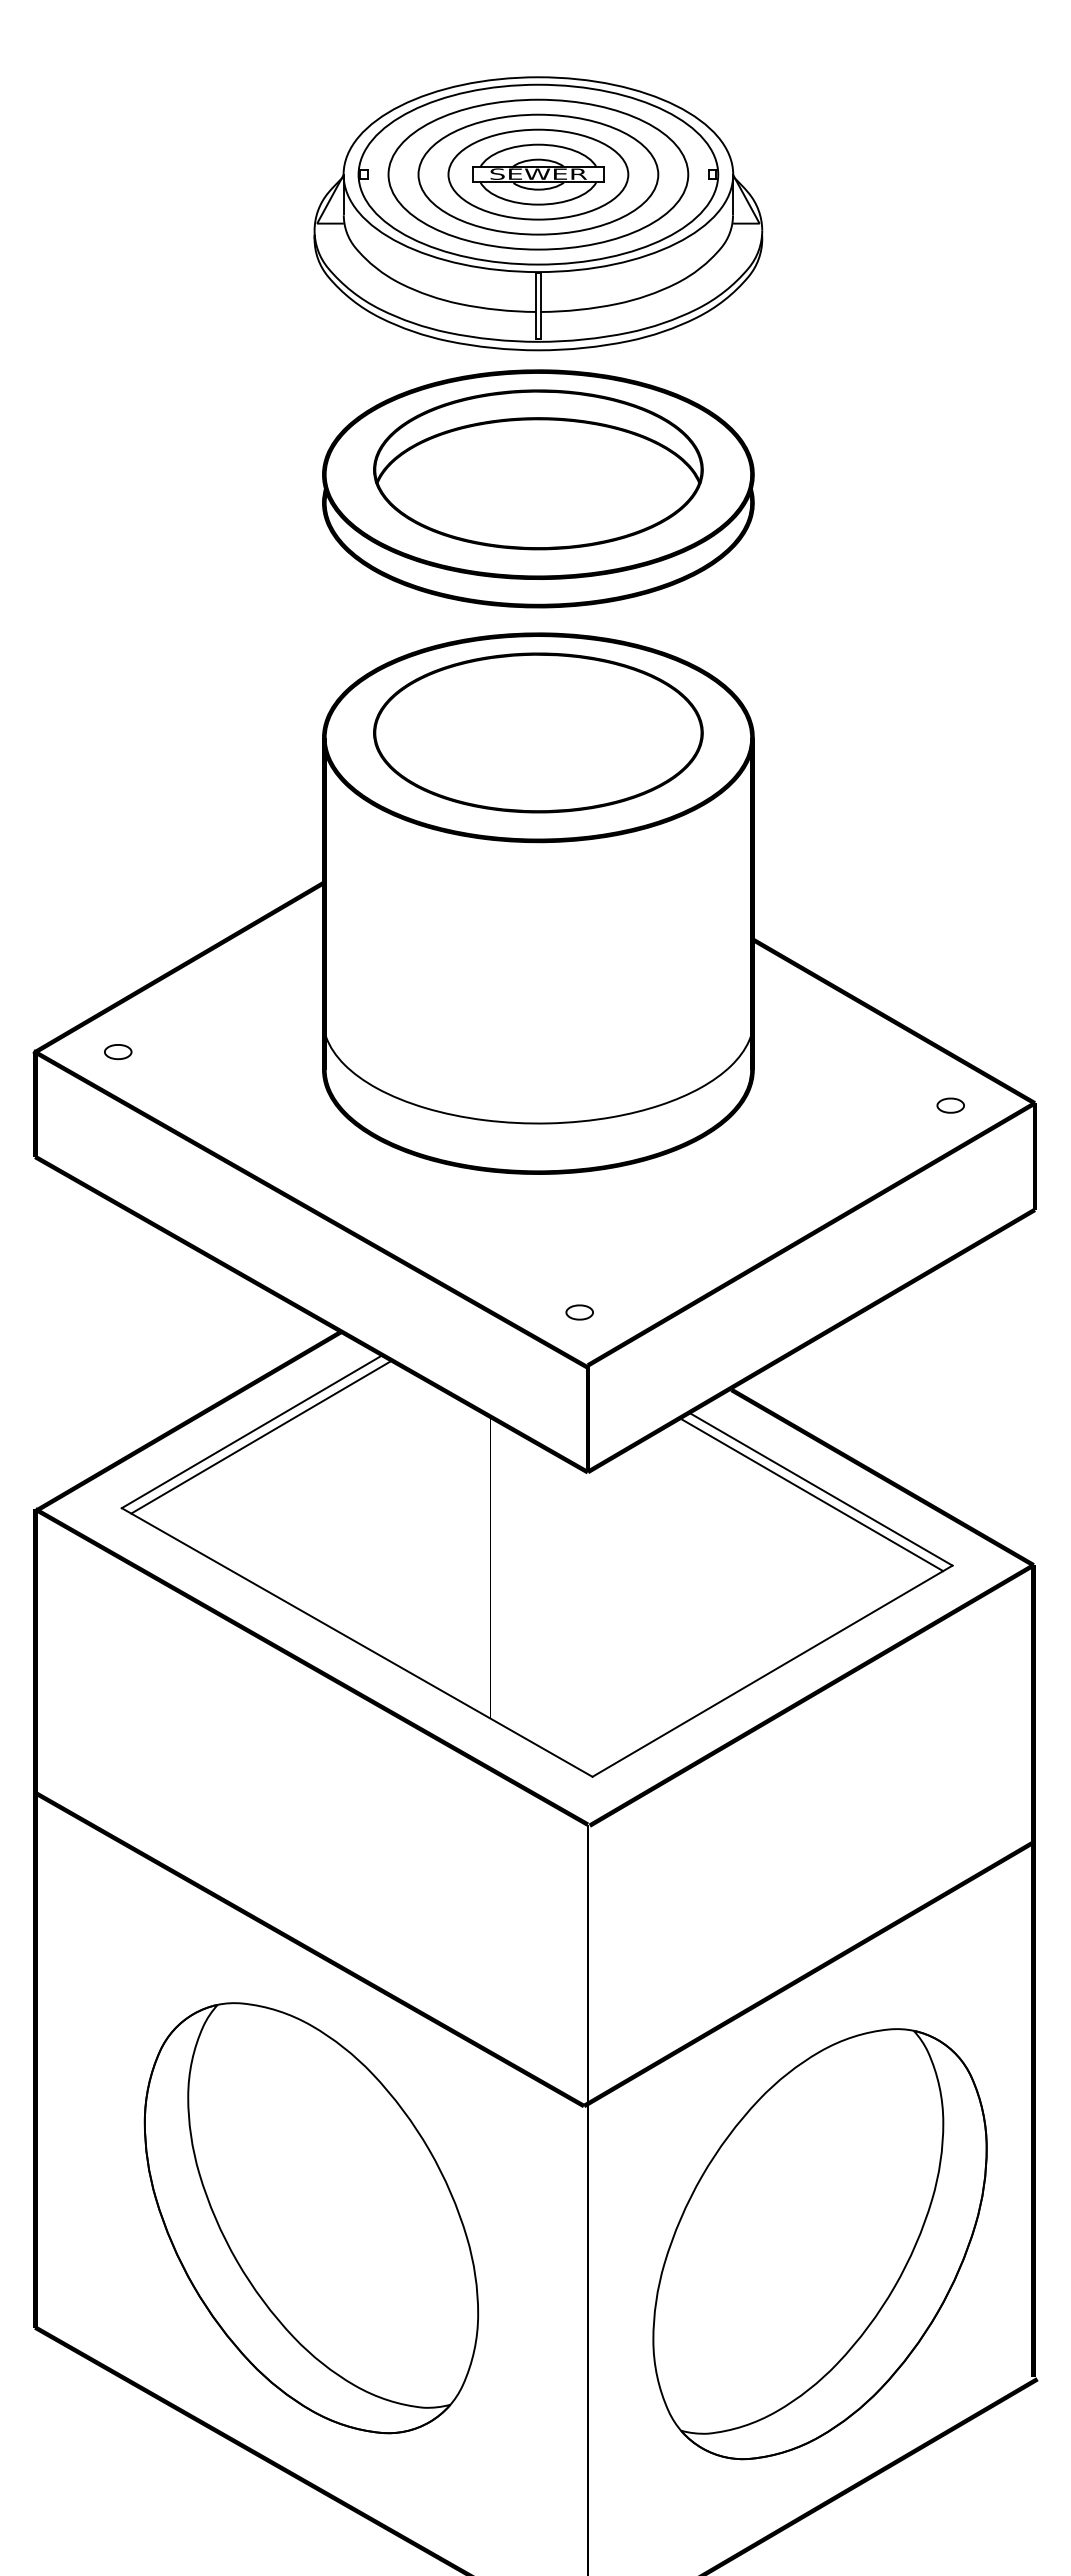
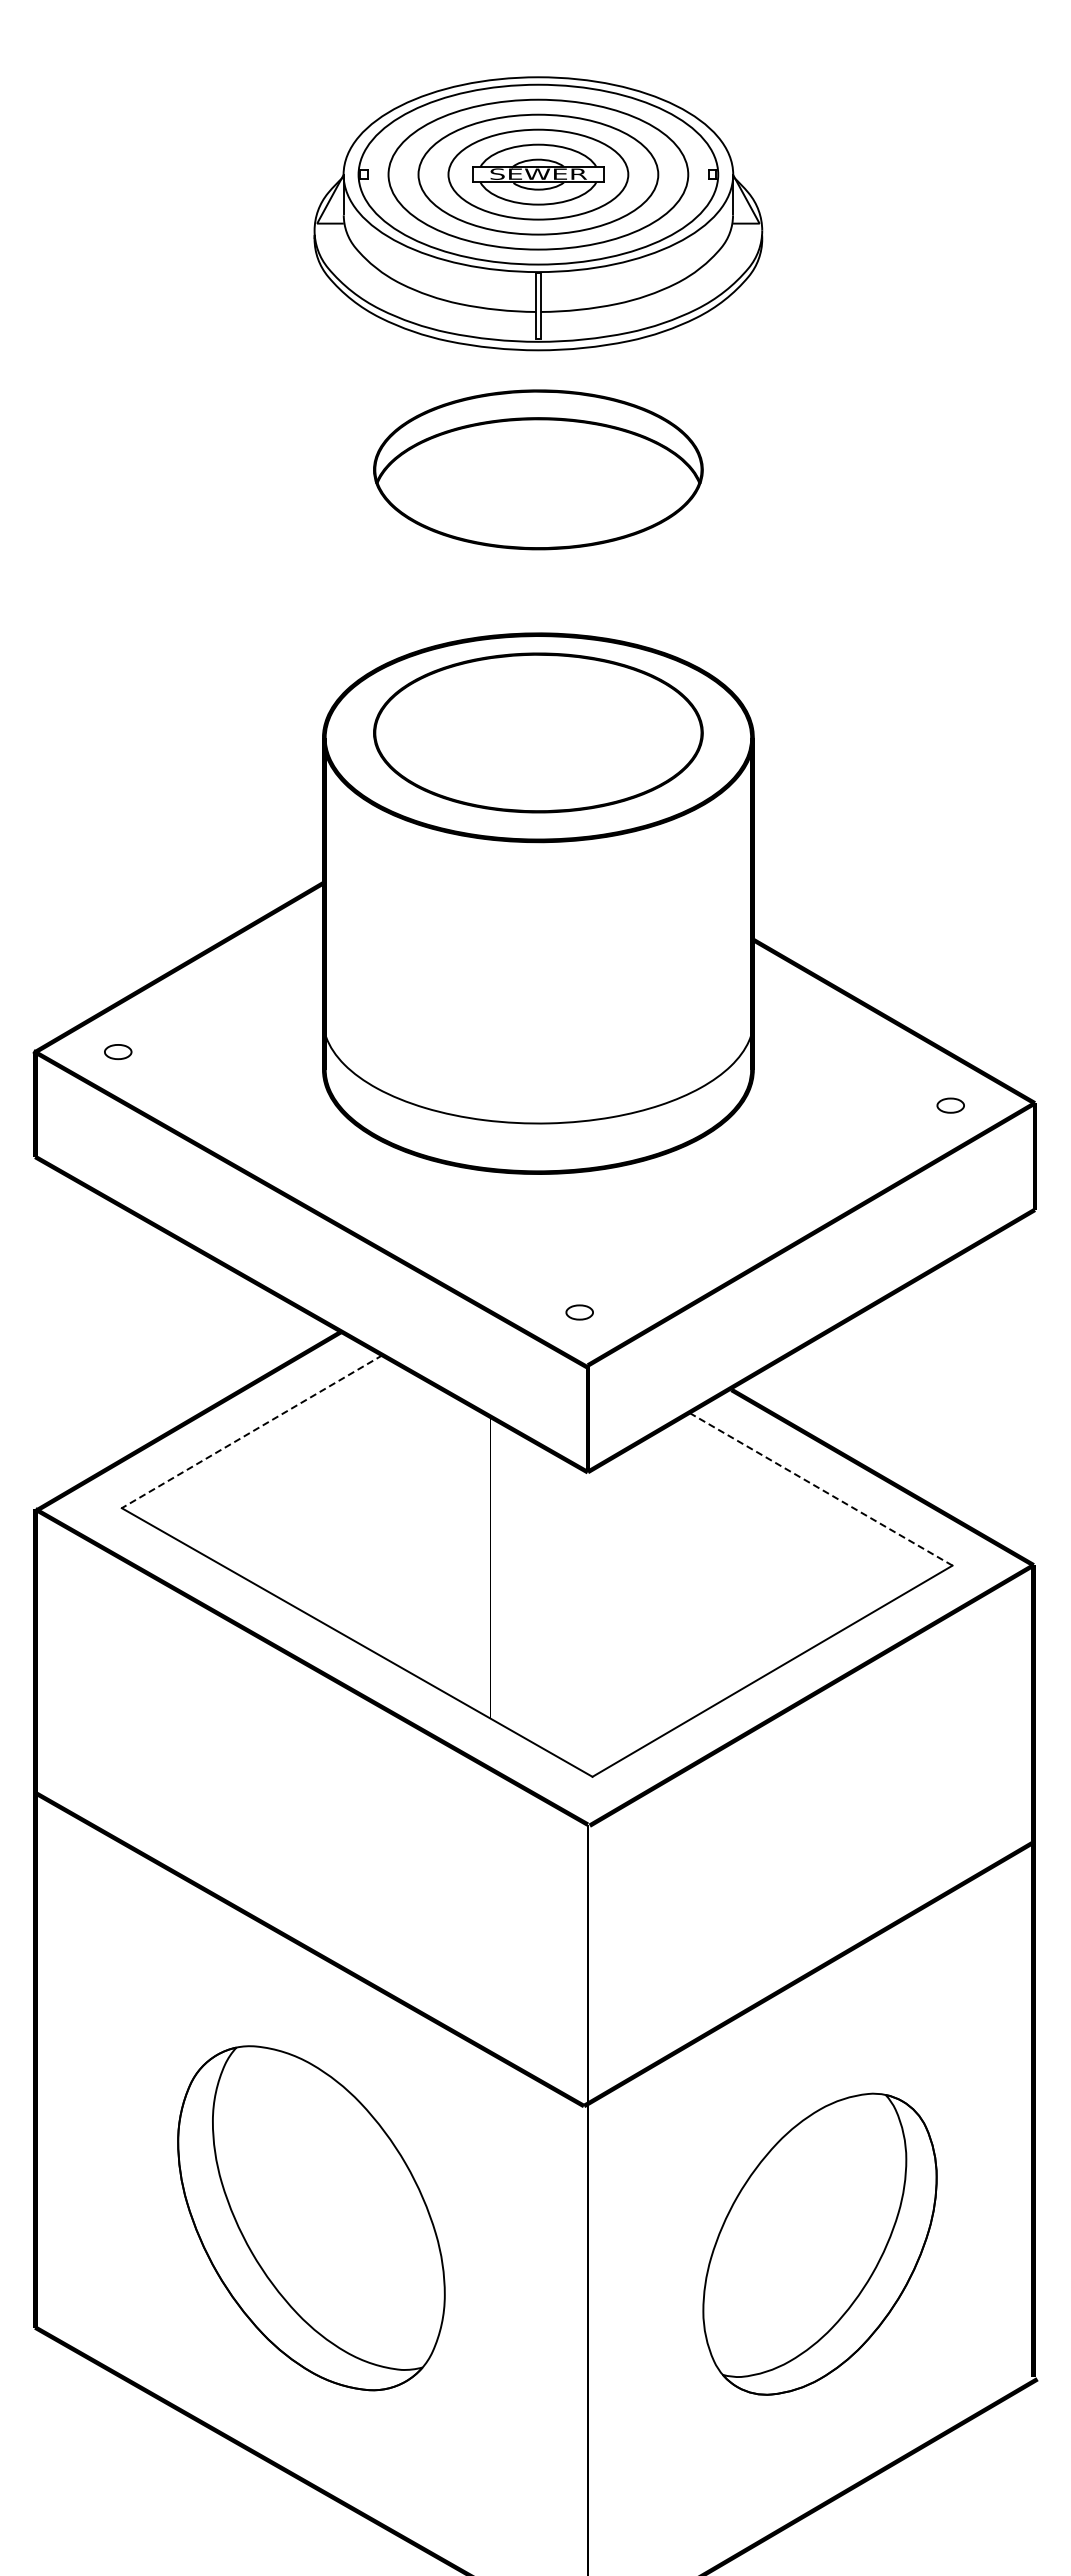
part at (538, 488): present -> none
line at (251, 1431): solid -> dashed
line at (261, 1436): present -> none
line at (820, 1488): solid -> dashed
line at (811, 1494): present -> none
part at (311, 2218) size: 337x433 px -> 269x347 px
part at (819, 2244) size: 336x433 px -> 236x304 px
